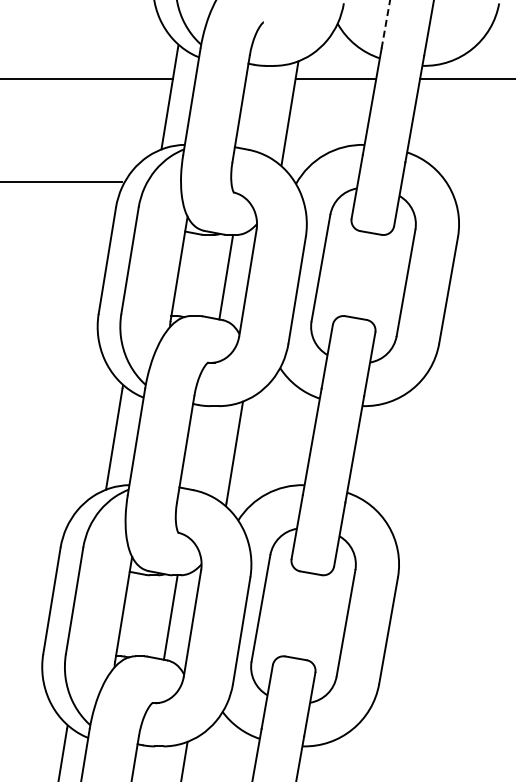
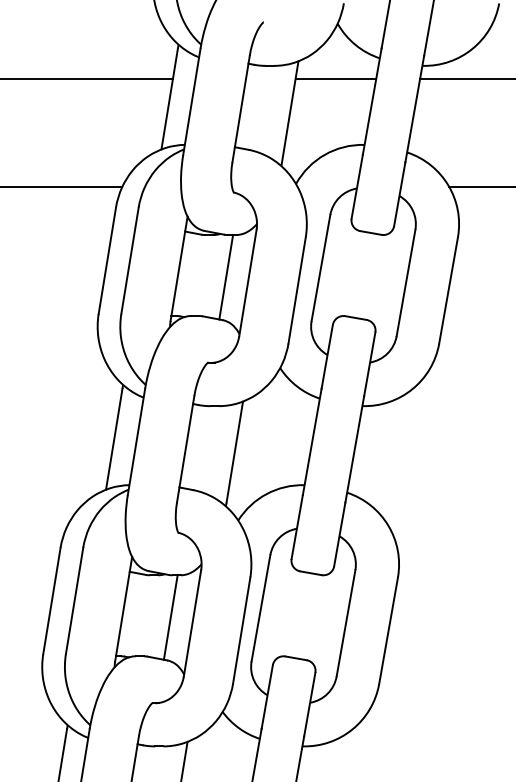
line at (385, 23): dashed -> solid
line at (62, 182) position: (62, 182) -> (62, 187)
line at (480, 187): none -> present
